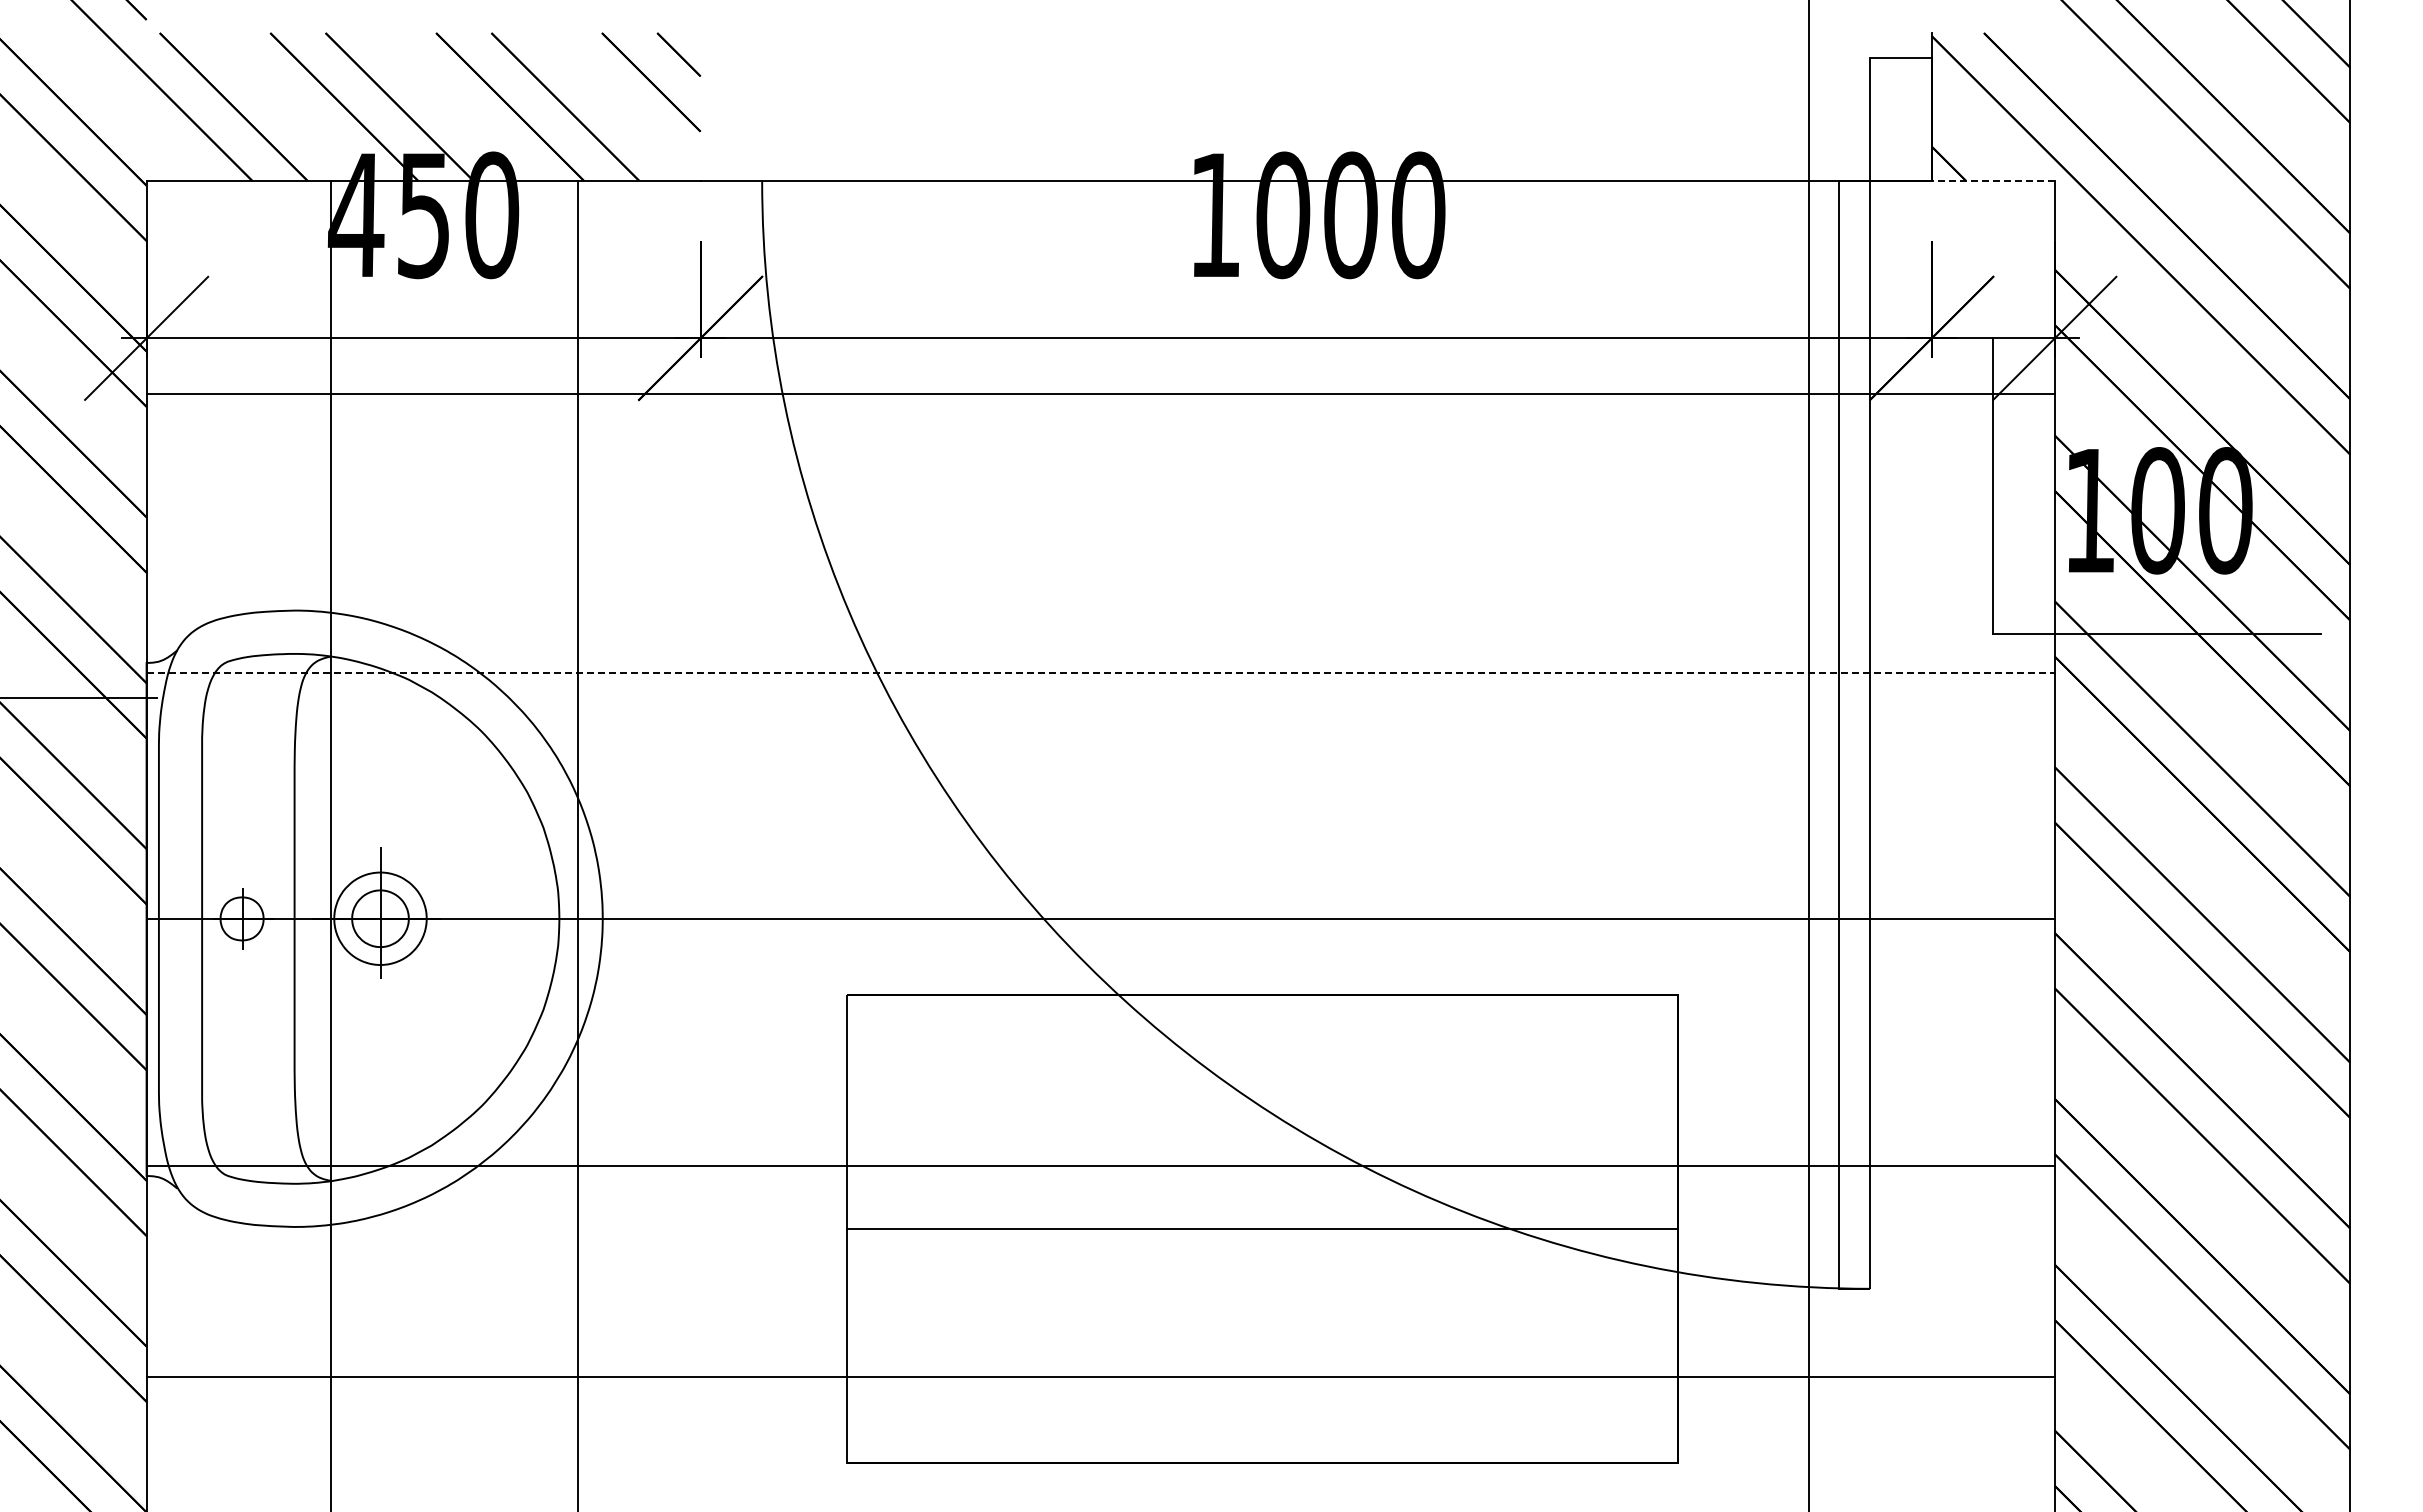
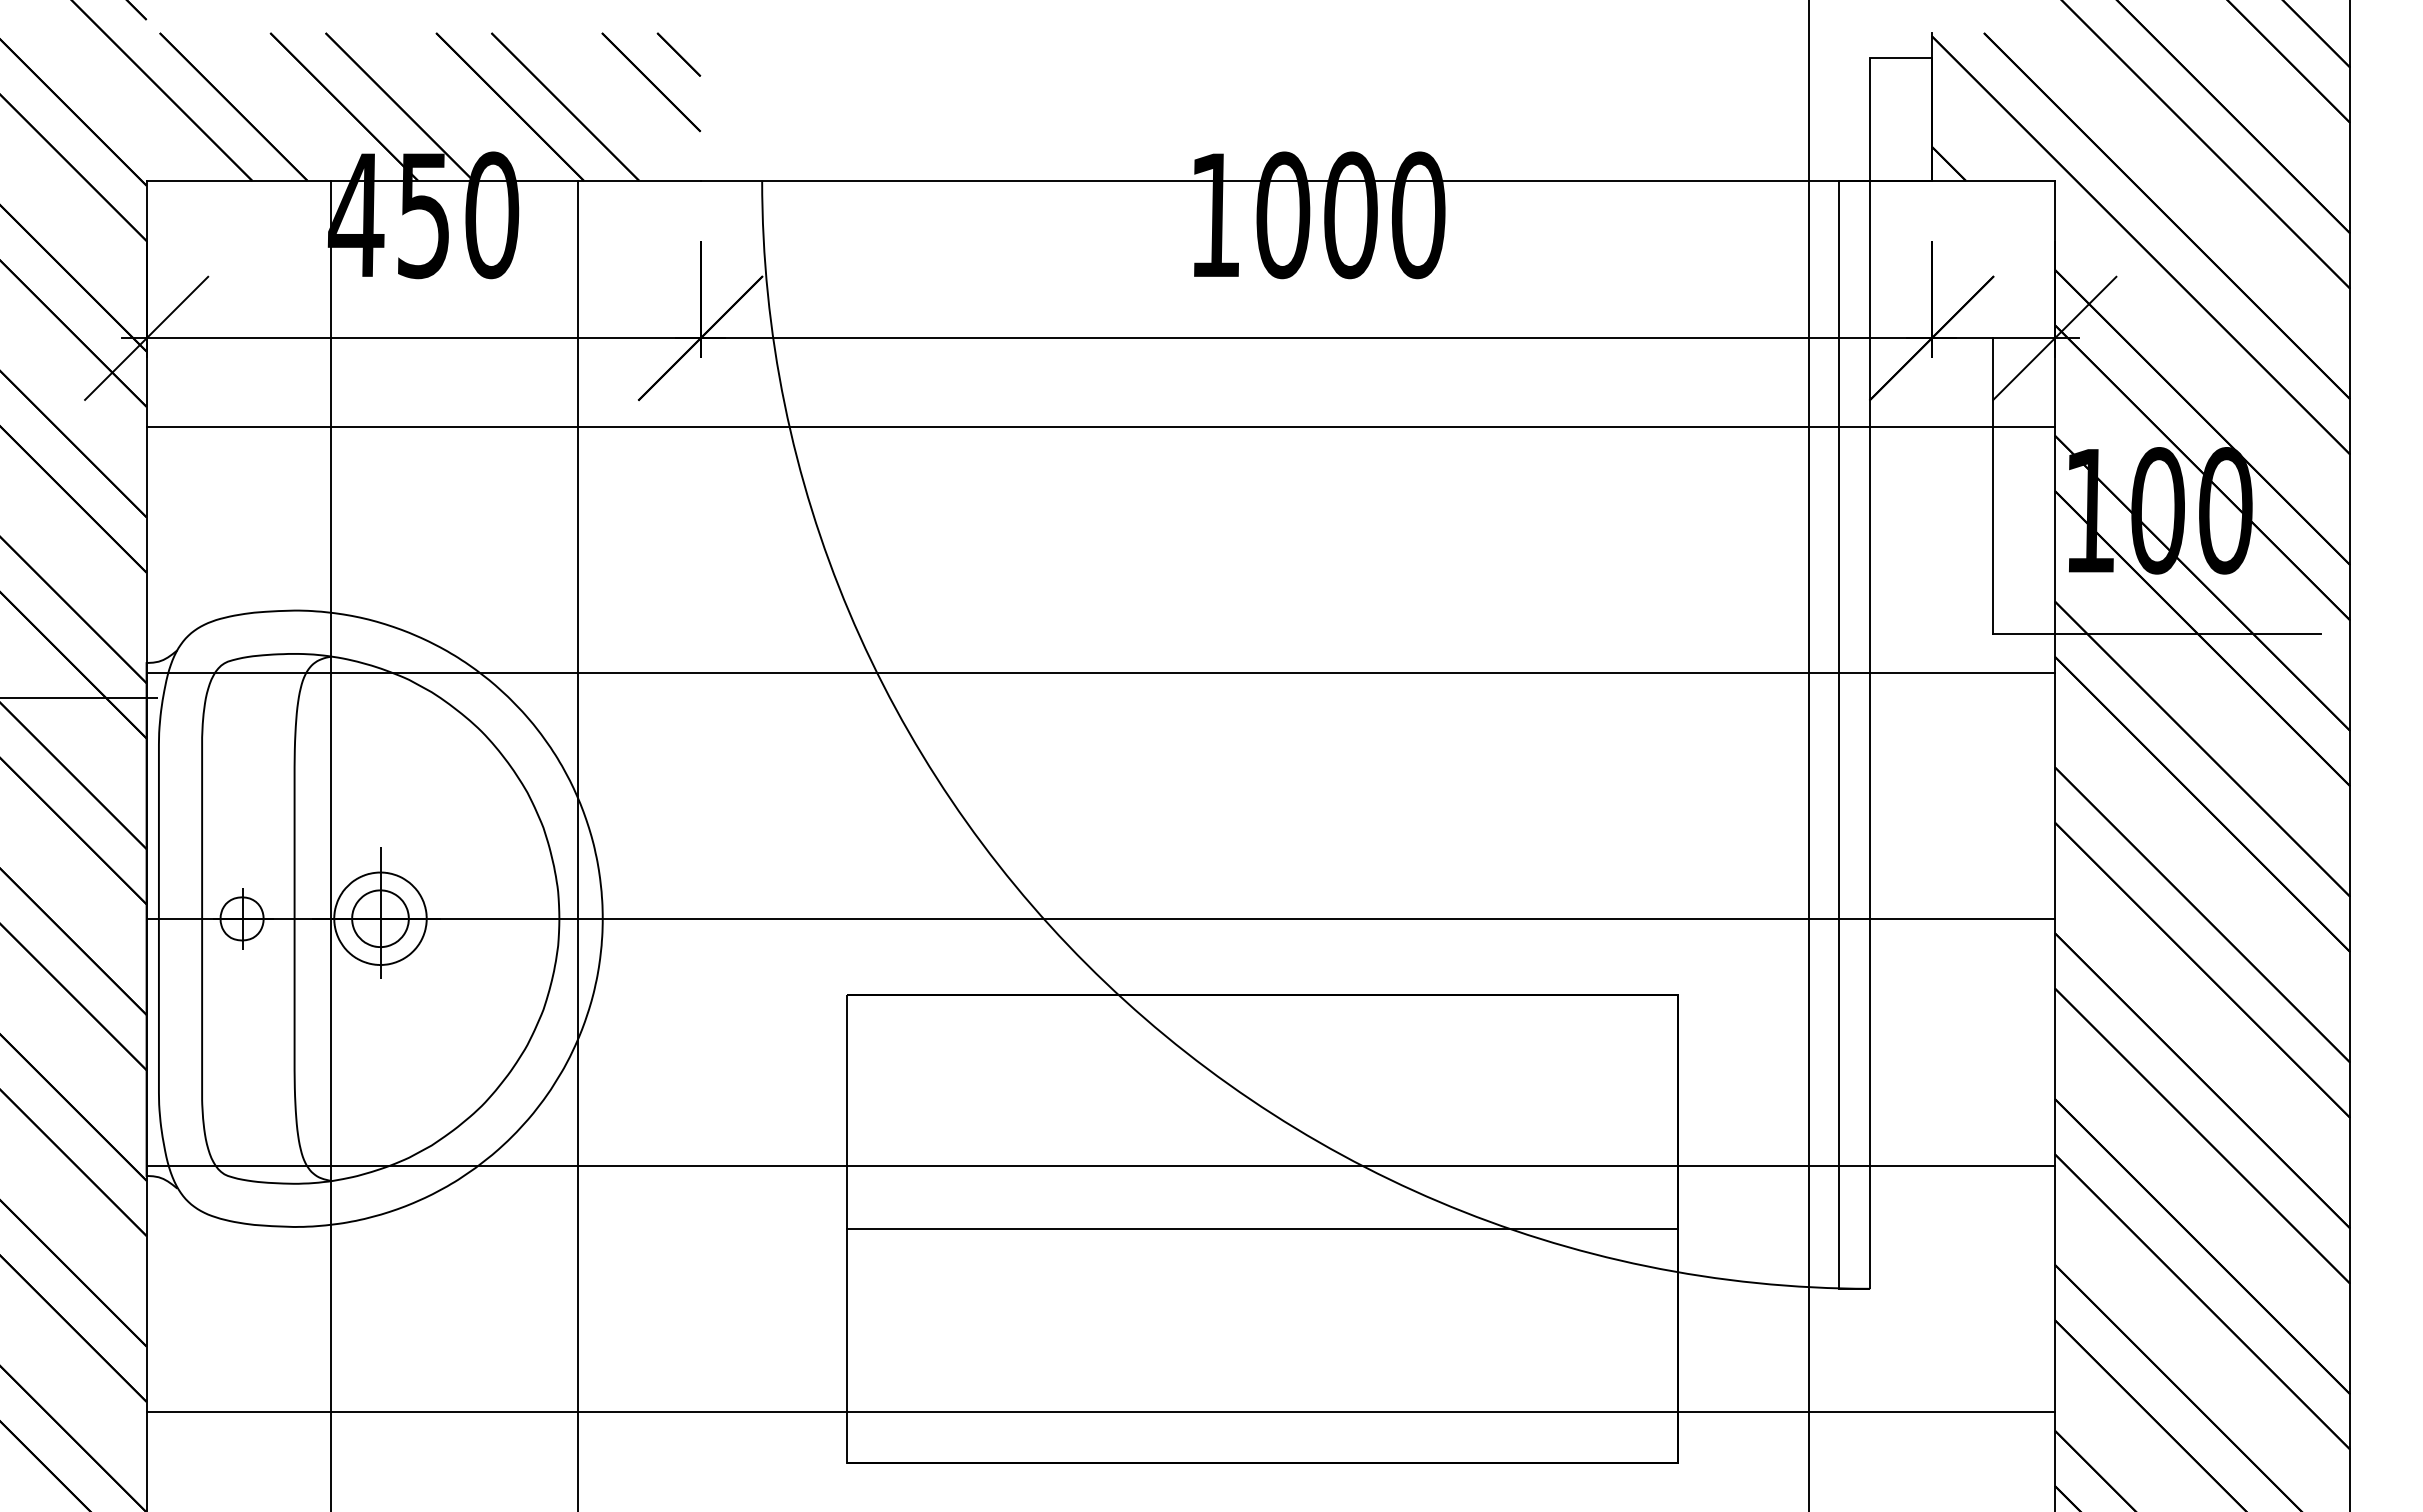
line at (1993, 180): dashed -> solid
line at (1100, 394) position: (1100, 394) -> (1100, 427)
line at (1101, 673): dashed -> solid
line at (1100, 1376) position: (1100, 1376) -> (1100, 1411)
